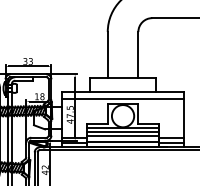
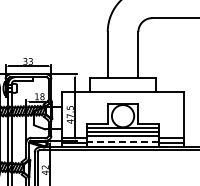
line at (122, 98): present -> none
line at (122, 141): solid -> dashed
